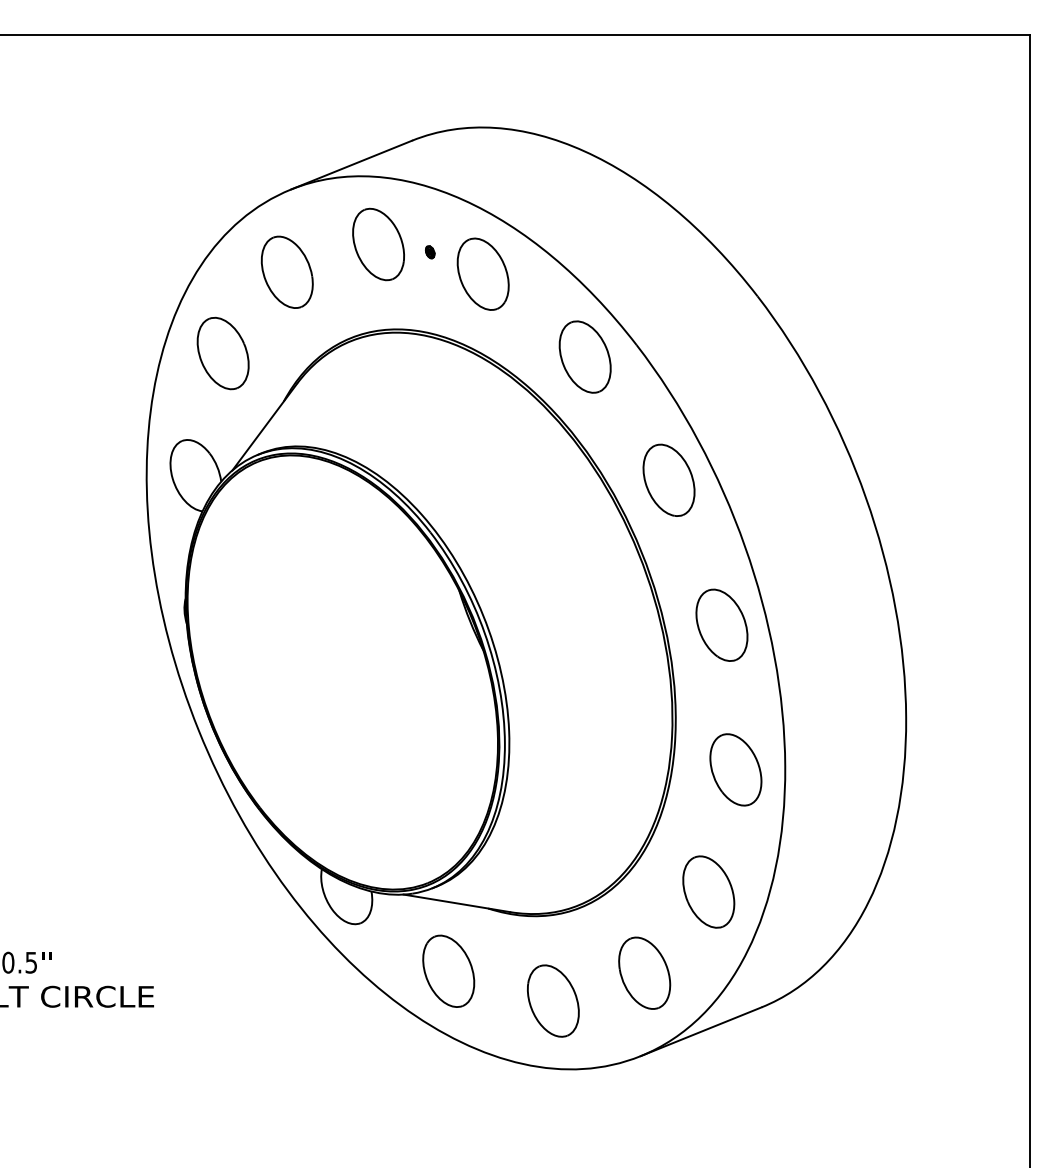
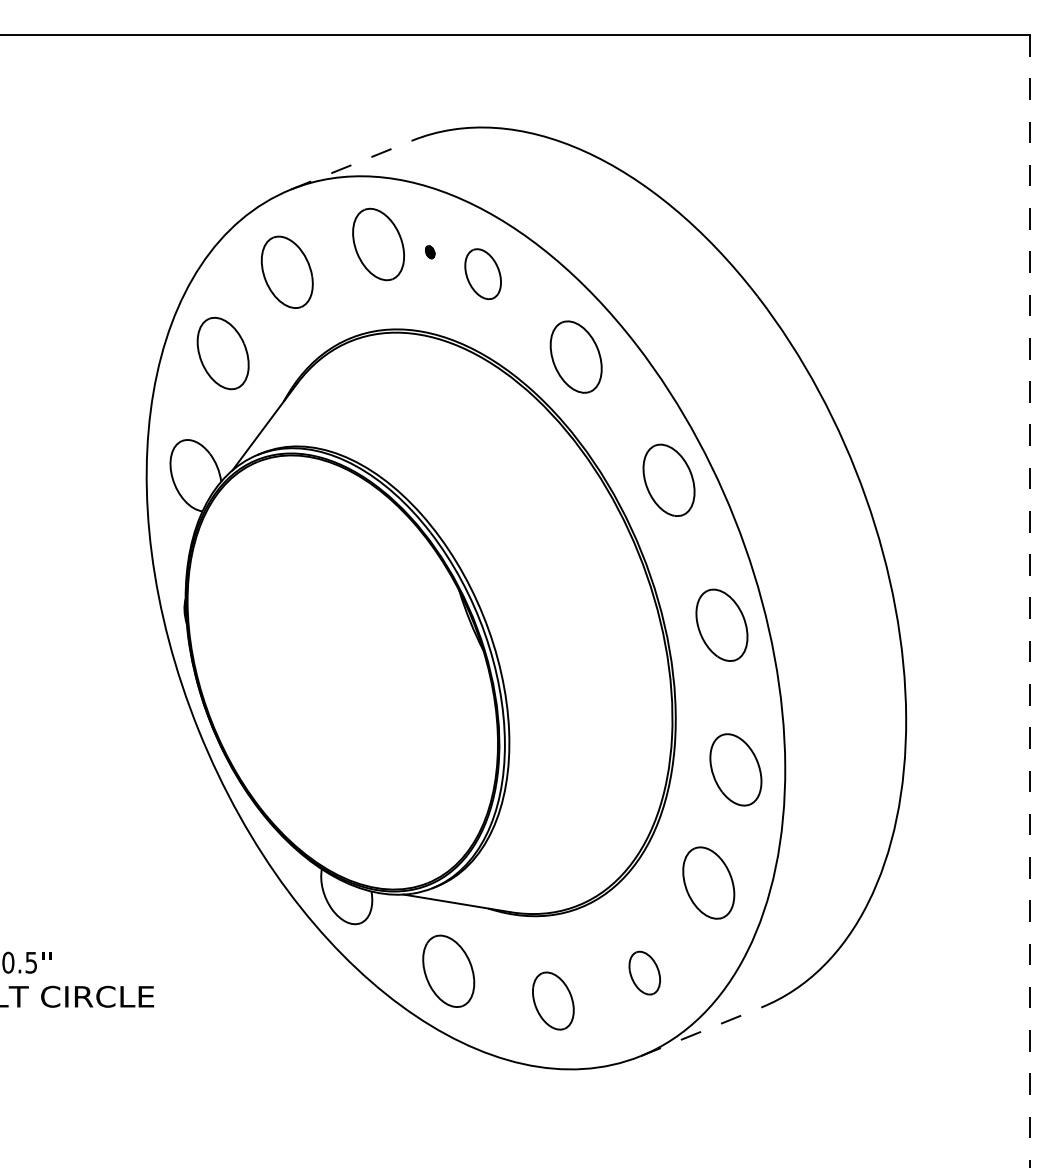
line at (352, 164): solid -> dashed
part at (482, 273) size: 54x74 px -> 38x53 px
part at (584, 356) position: (584, 356) -> (575, 356)
line at (1030, 601): solid -> dashed
part at (708, 891) position: (708, 891) -> (708, 882)
part at (644, 972) size: 54x74 px -> 33x46 px
part at (553, 1000) size: 53x74 px -> 43x60 px
line at (701, 1031): solid -> dashed
